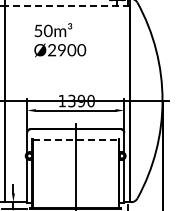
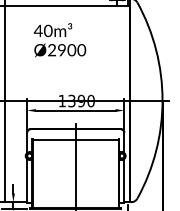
line at (67, 6): dashed -> solid
text at (37, 30): 50m³ -> 40m³
line at (75, 140): dashed -> solid
